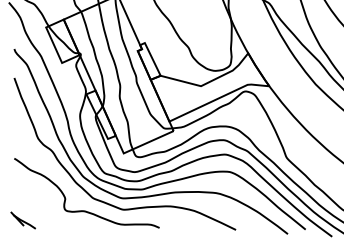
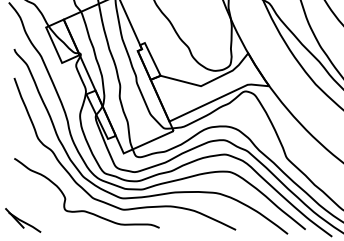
part at (22, 220) size: 26x19 px -> 37x25 px
